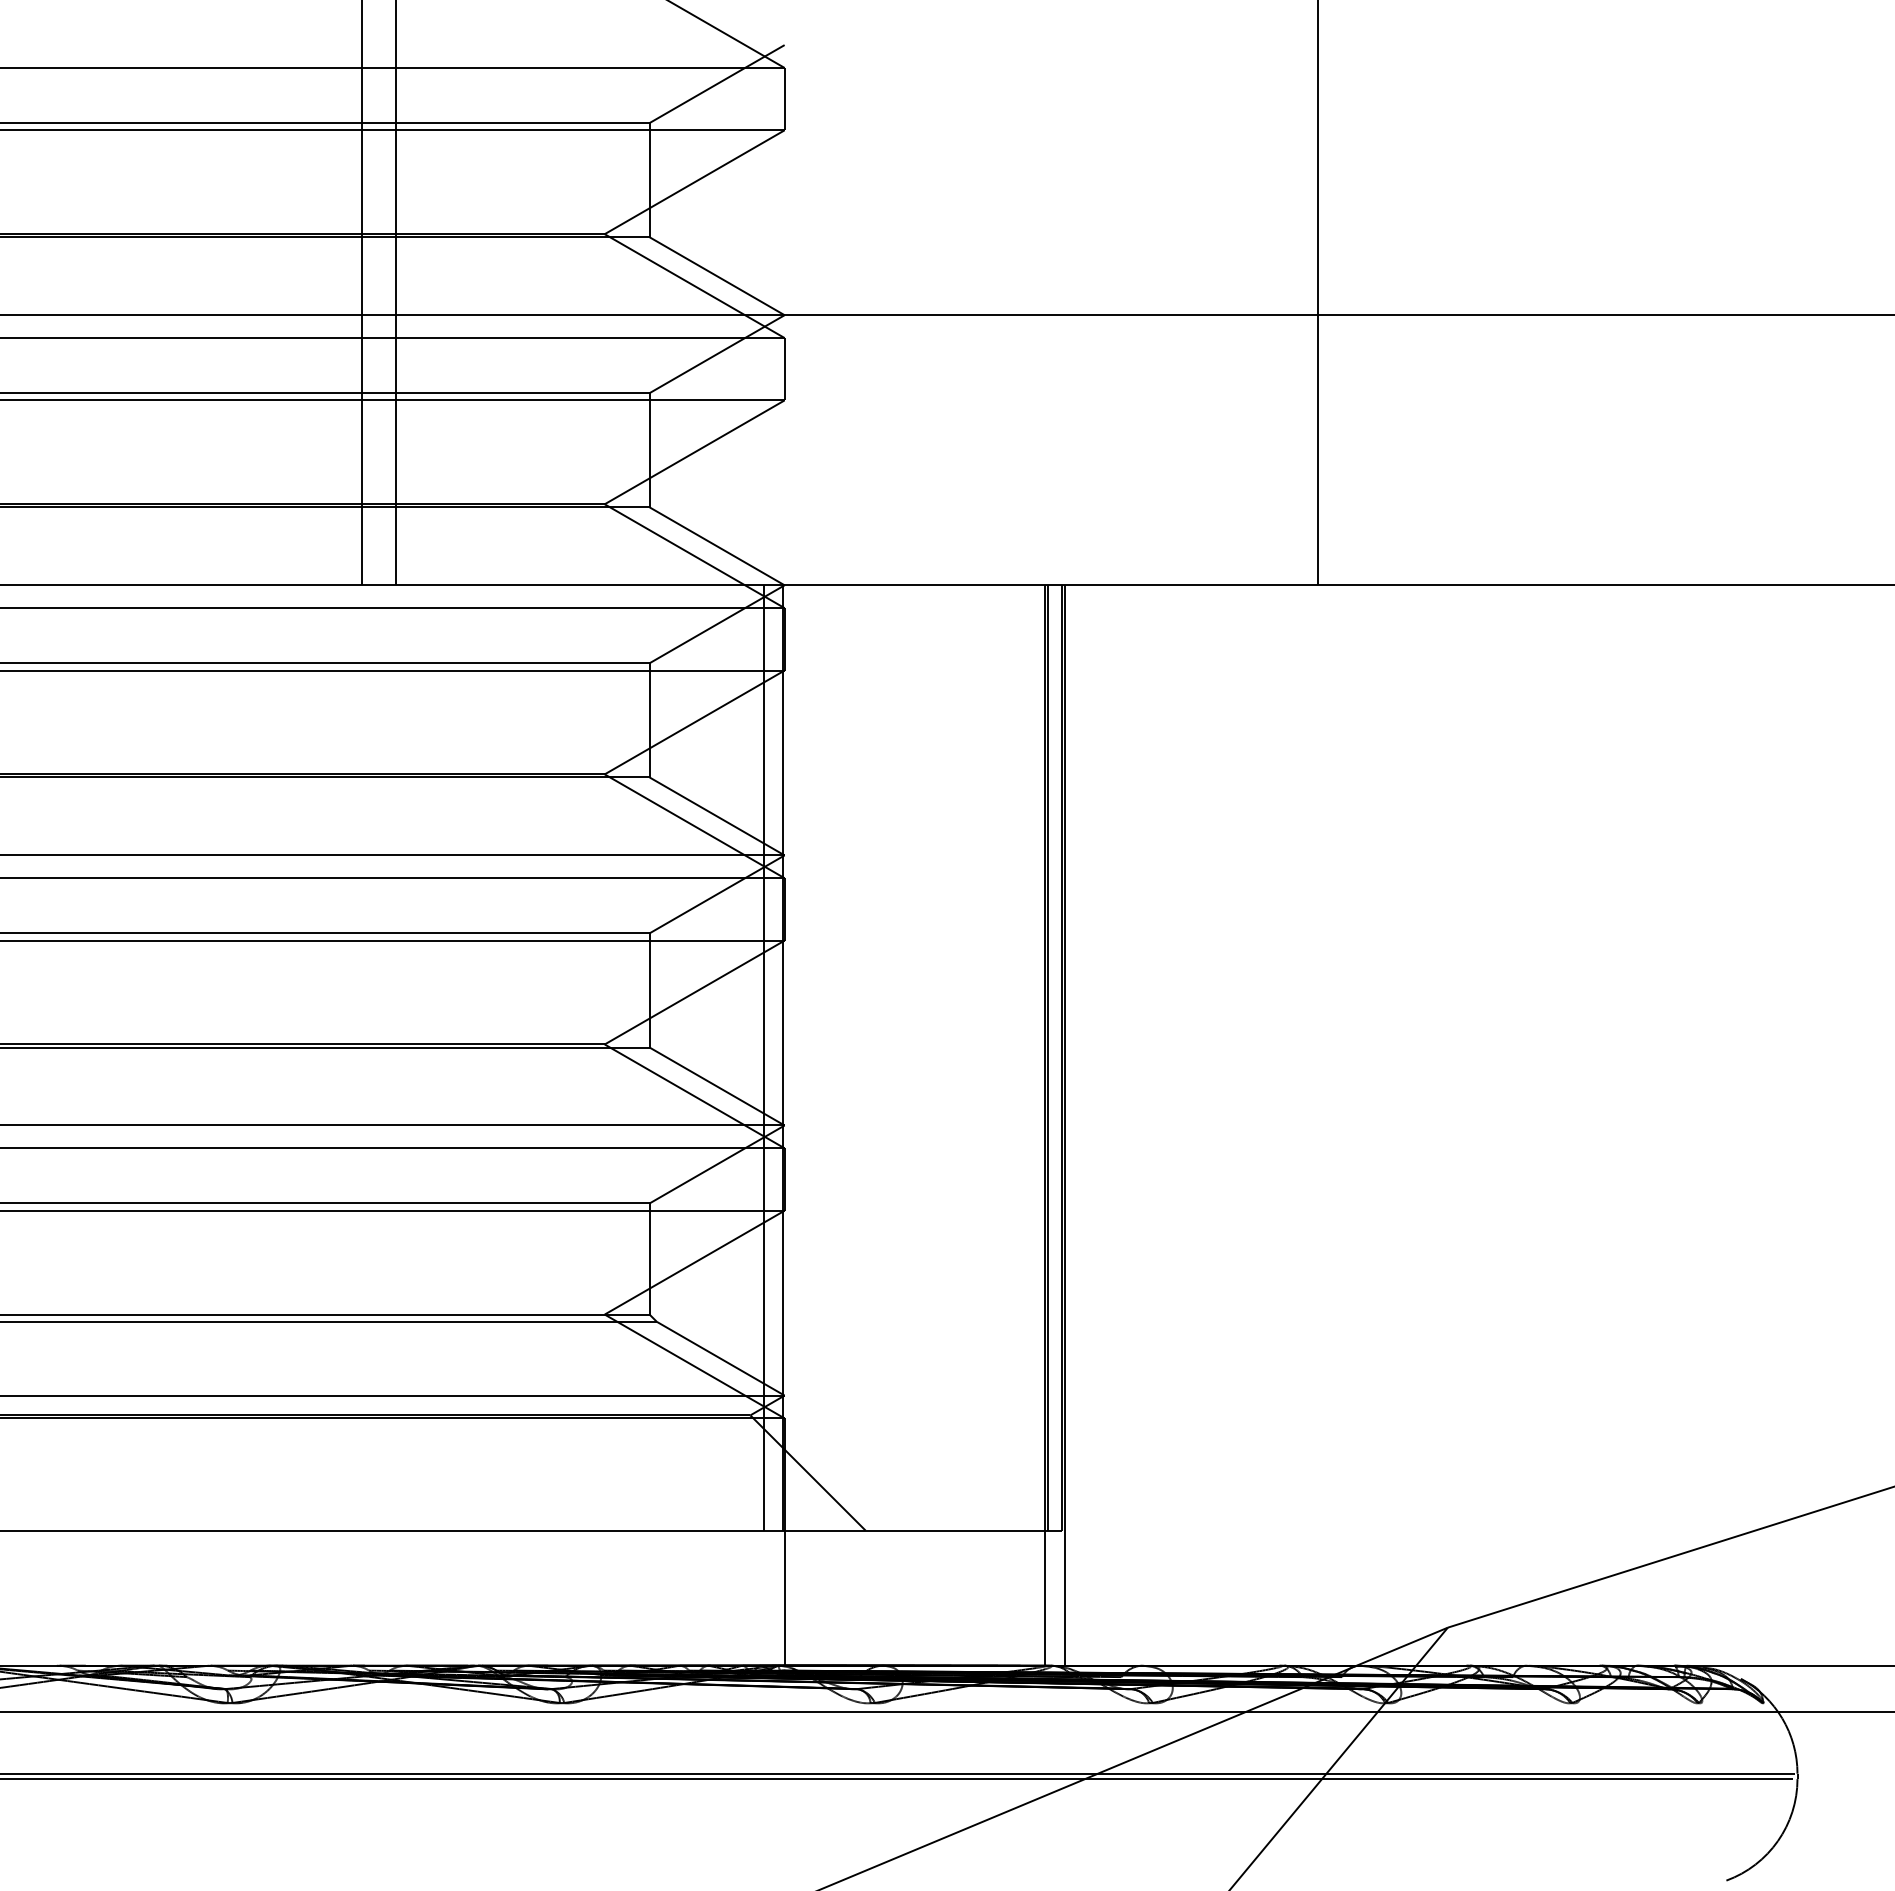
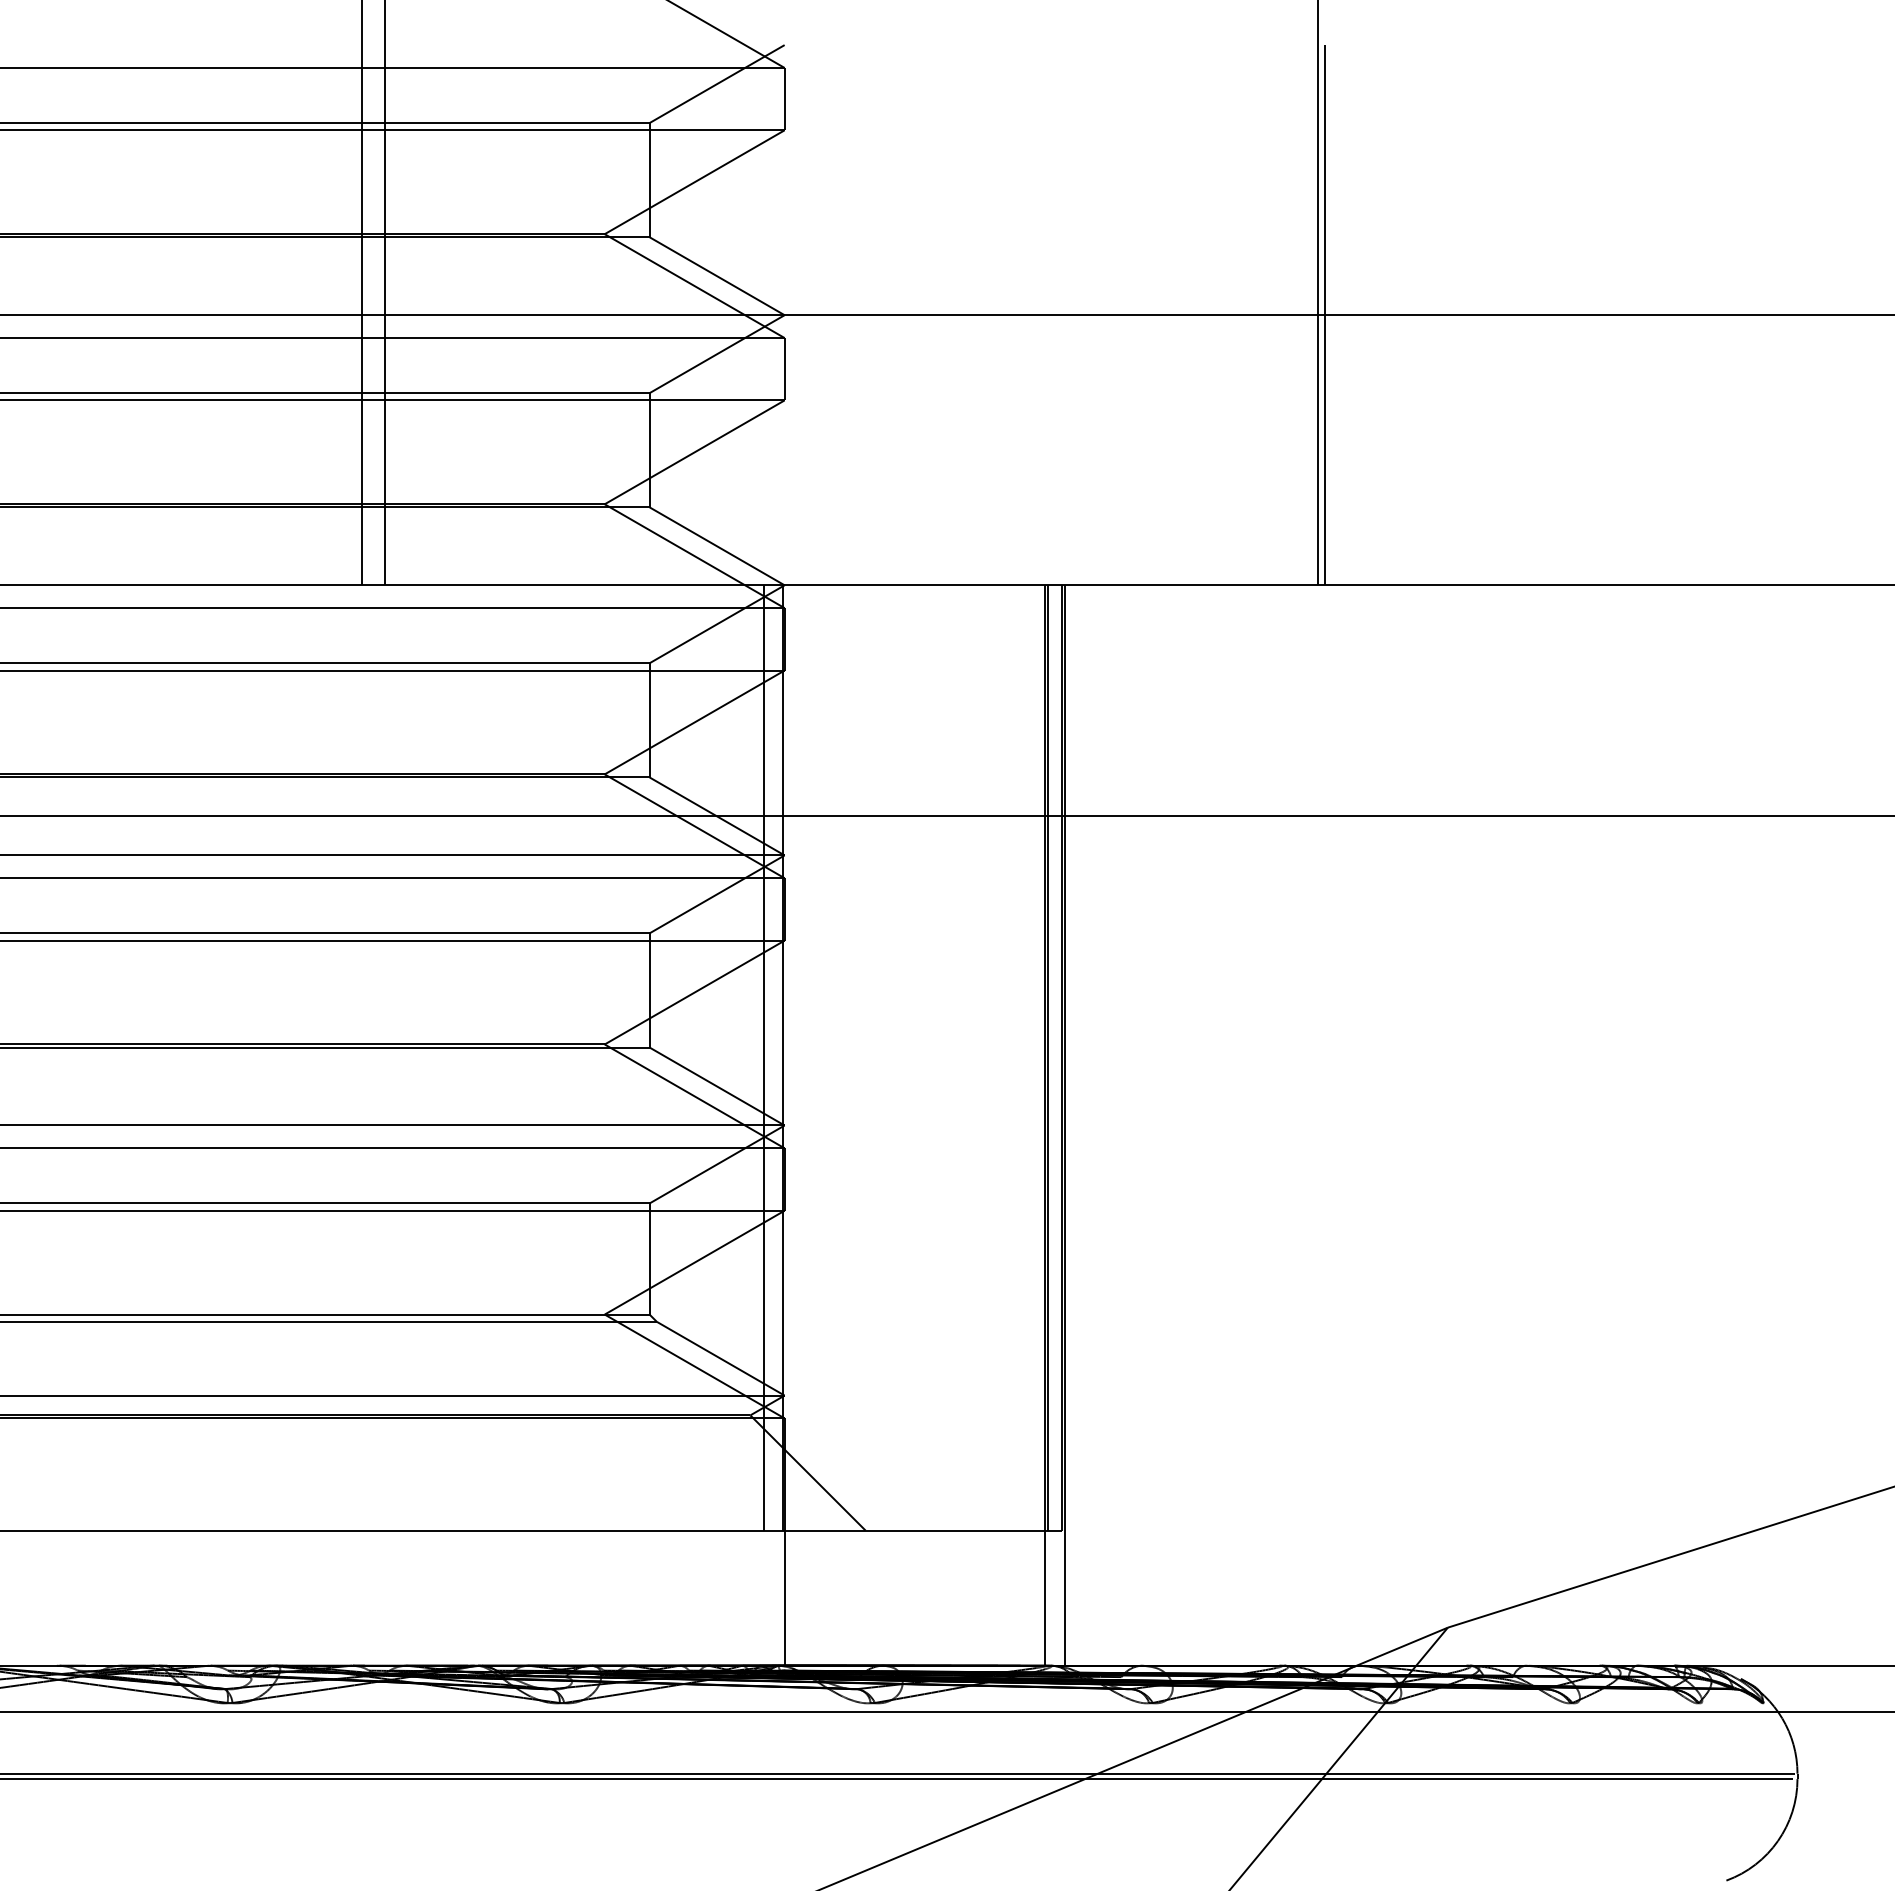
line at (396, 293) position: (396, 293) -> (385, 293)
line at (1324, 315): none -> present
line at (946, 816): none -> present
